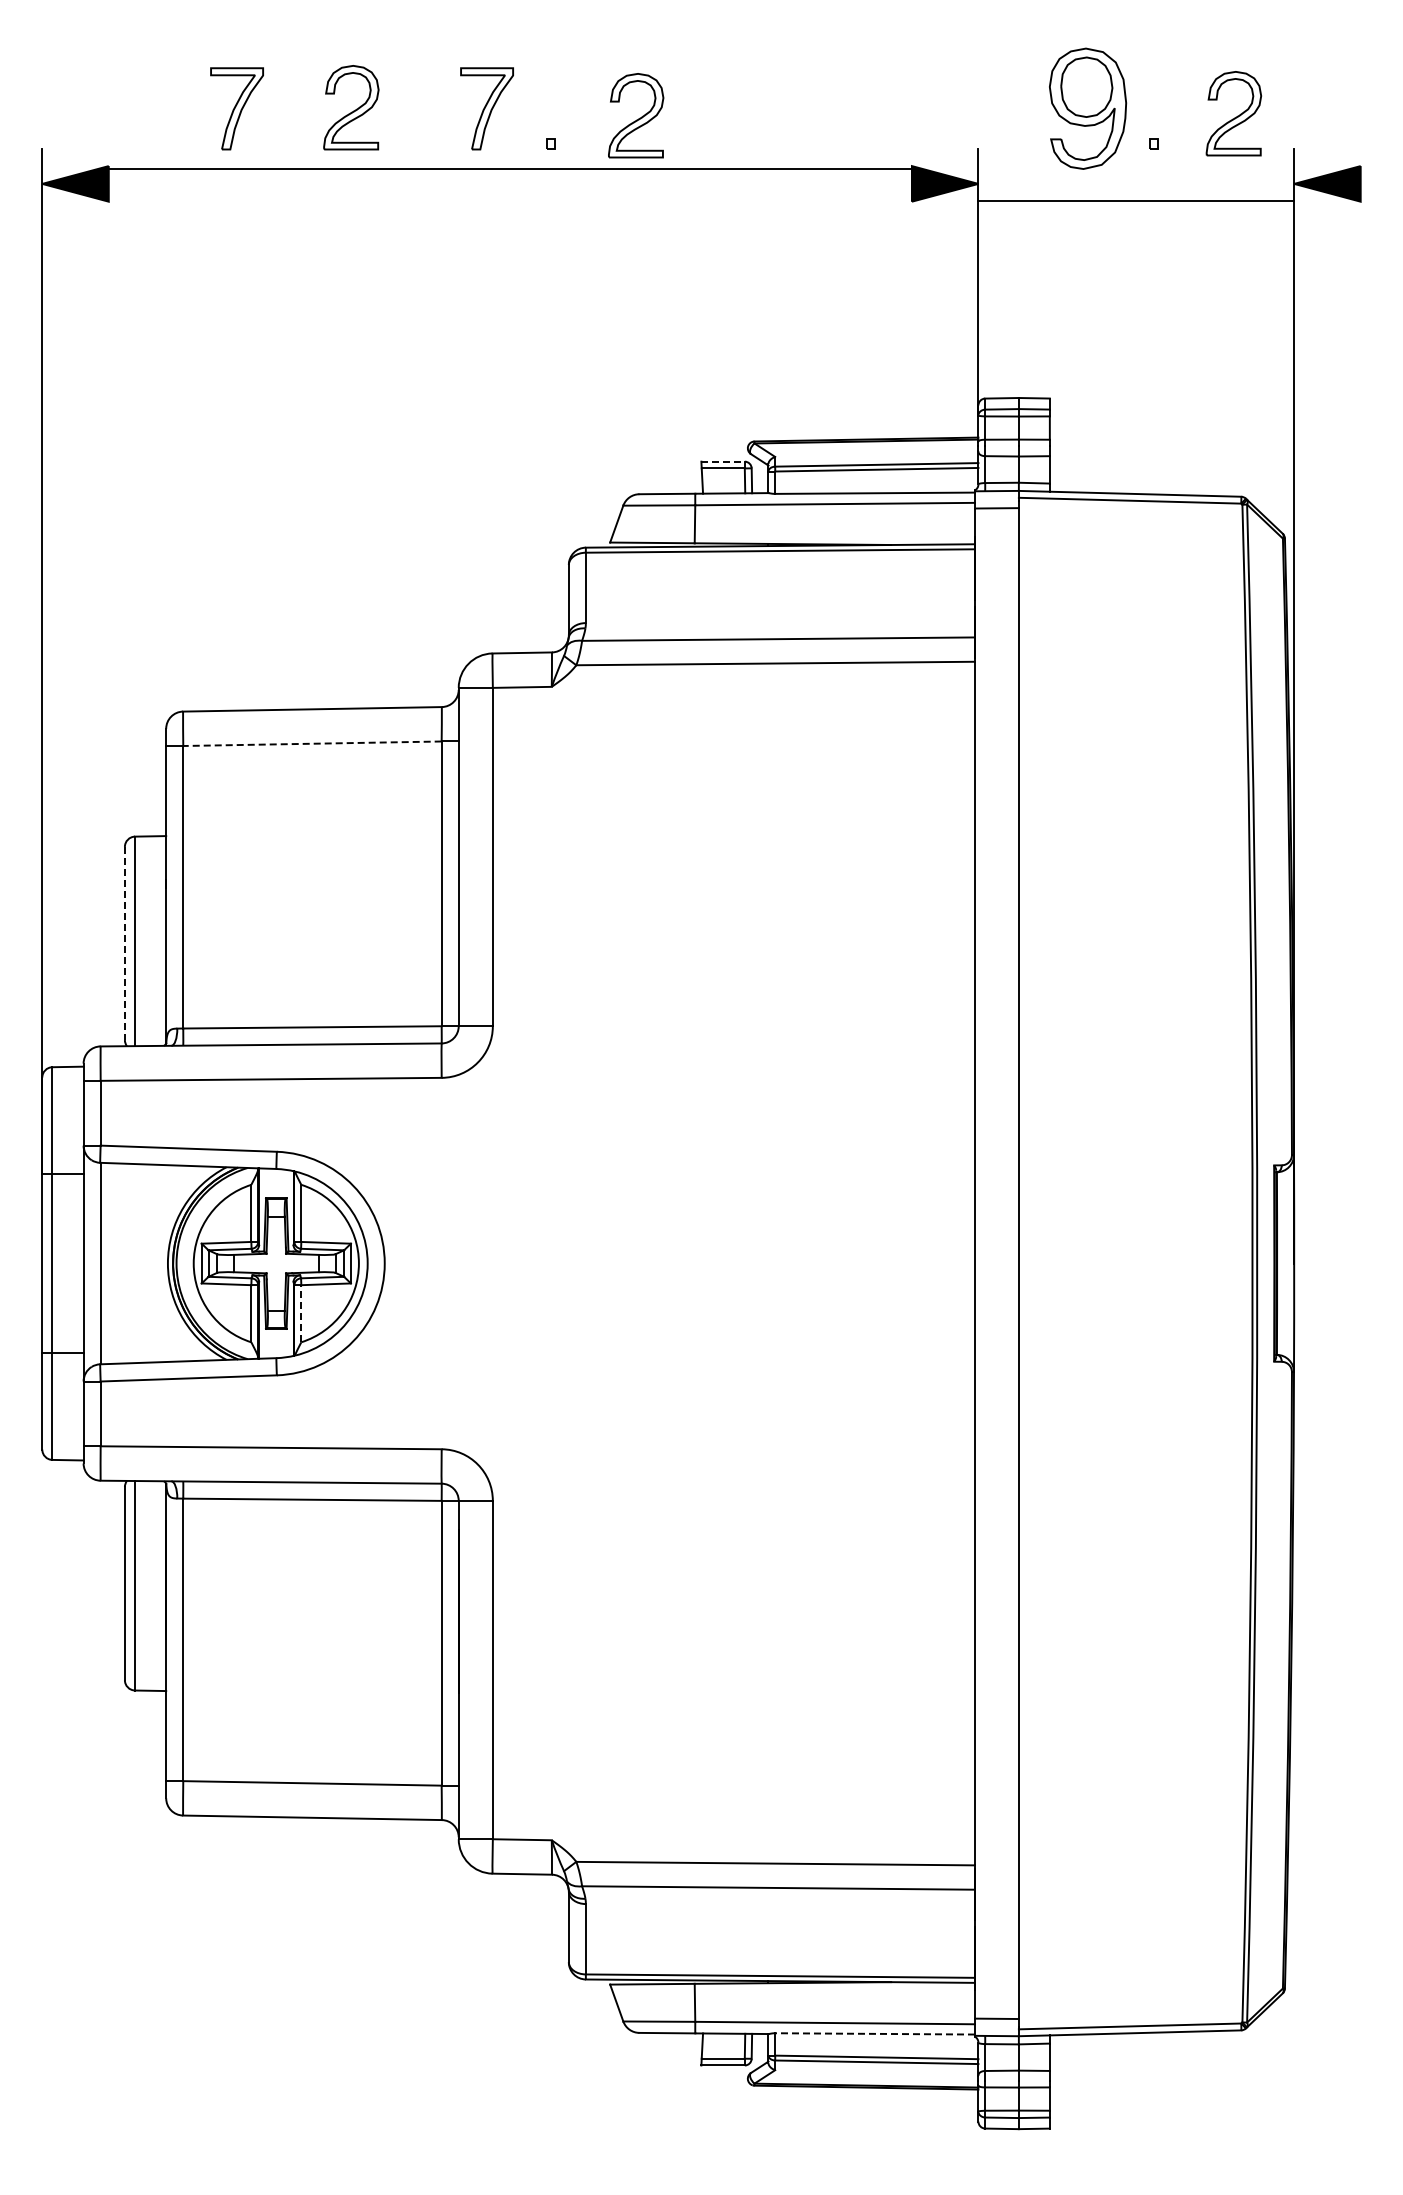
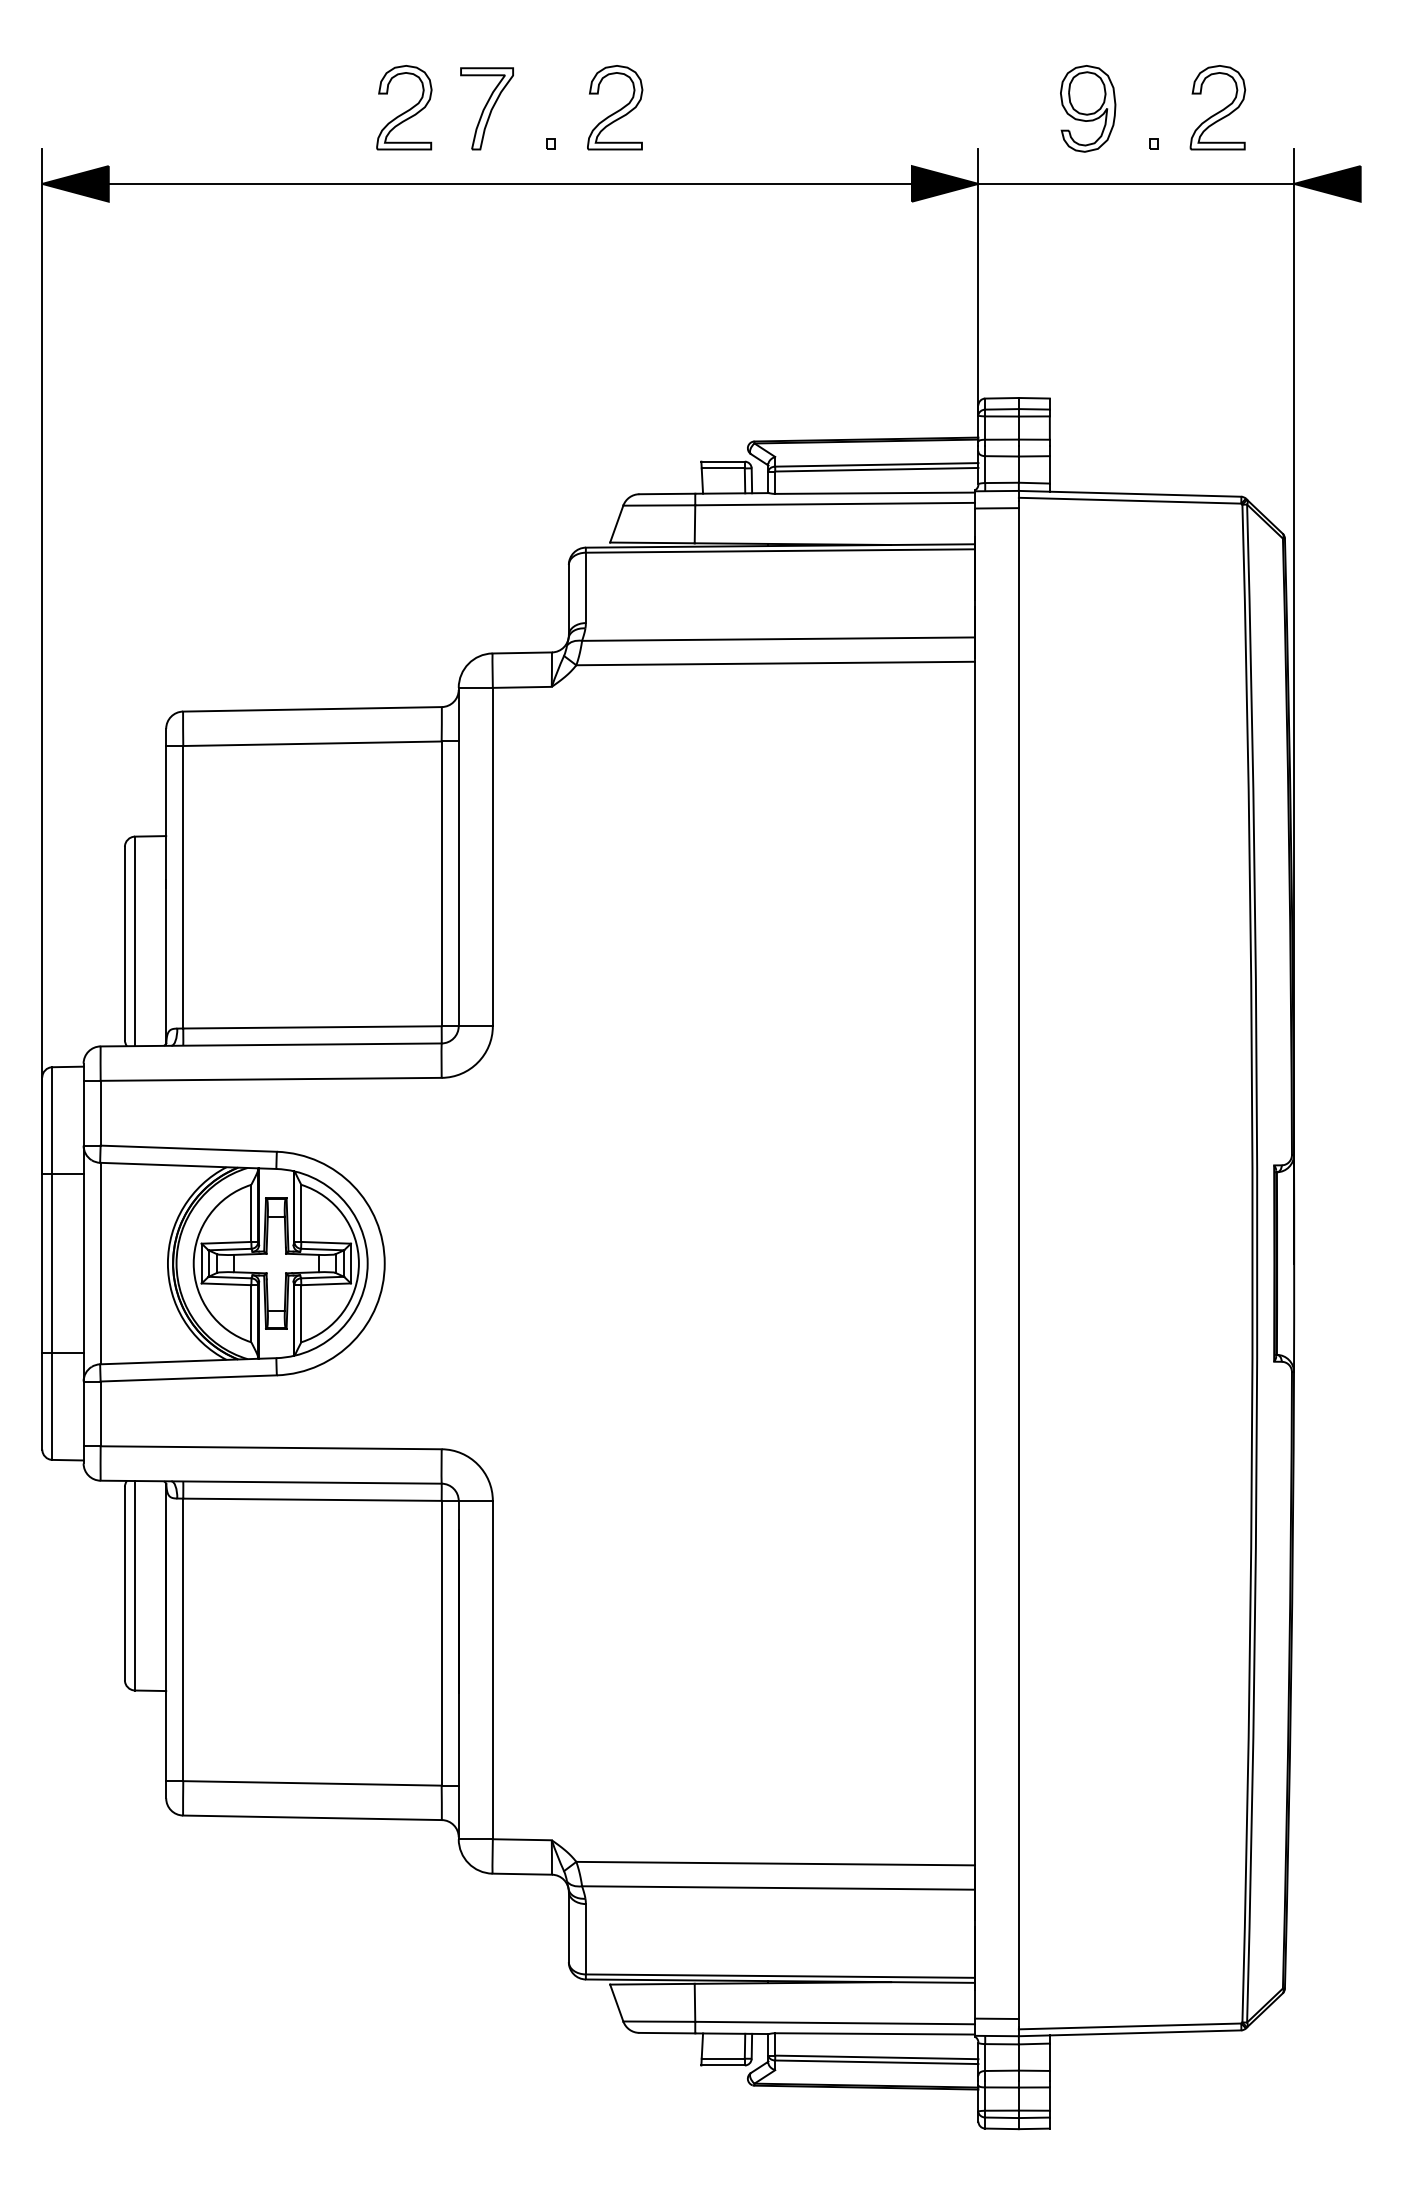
part at (351, 107) position: (351, 107) -> (404, 107)
part at (236, 108): present -> none
part at (1088, 108) size: 79x123 px -> 57x88 px
part at (1233, 113) position: (1233, 113) -> (1217, 107)
part at (636, 115) position: (636, 115) -> (615, 107)
line at (509, 168) position: (509, 168) -> (509, 183)
line at (1136, 200) position: (1136, 200) -> (1136, 183)
line at (723, 461): dashed -> solid
line at (311, 743): dashed -> solid
line at (124, 943): dashed -> solid
line at (301, 1313): dashed -> solid
line at (875, 2033): dashed -> solid
